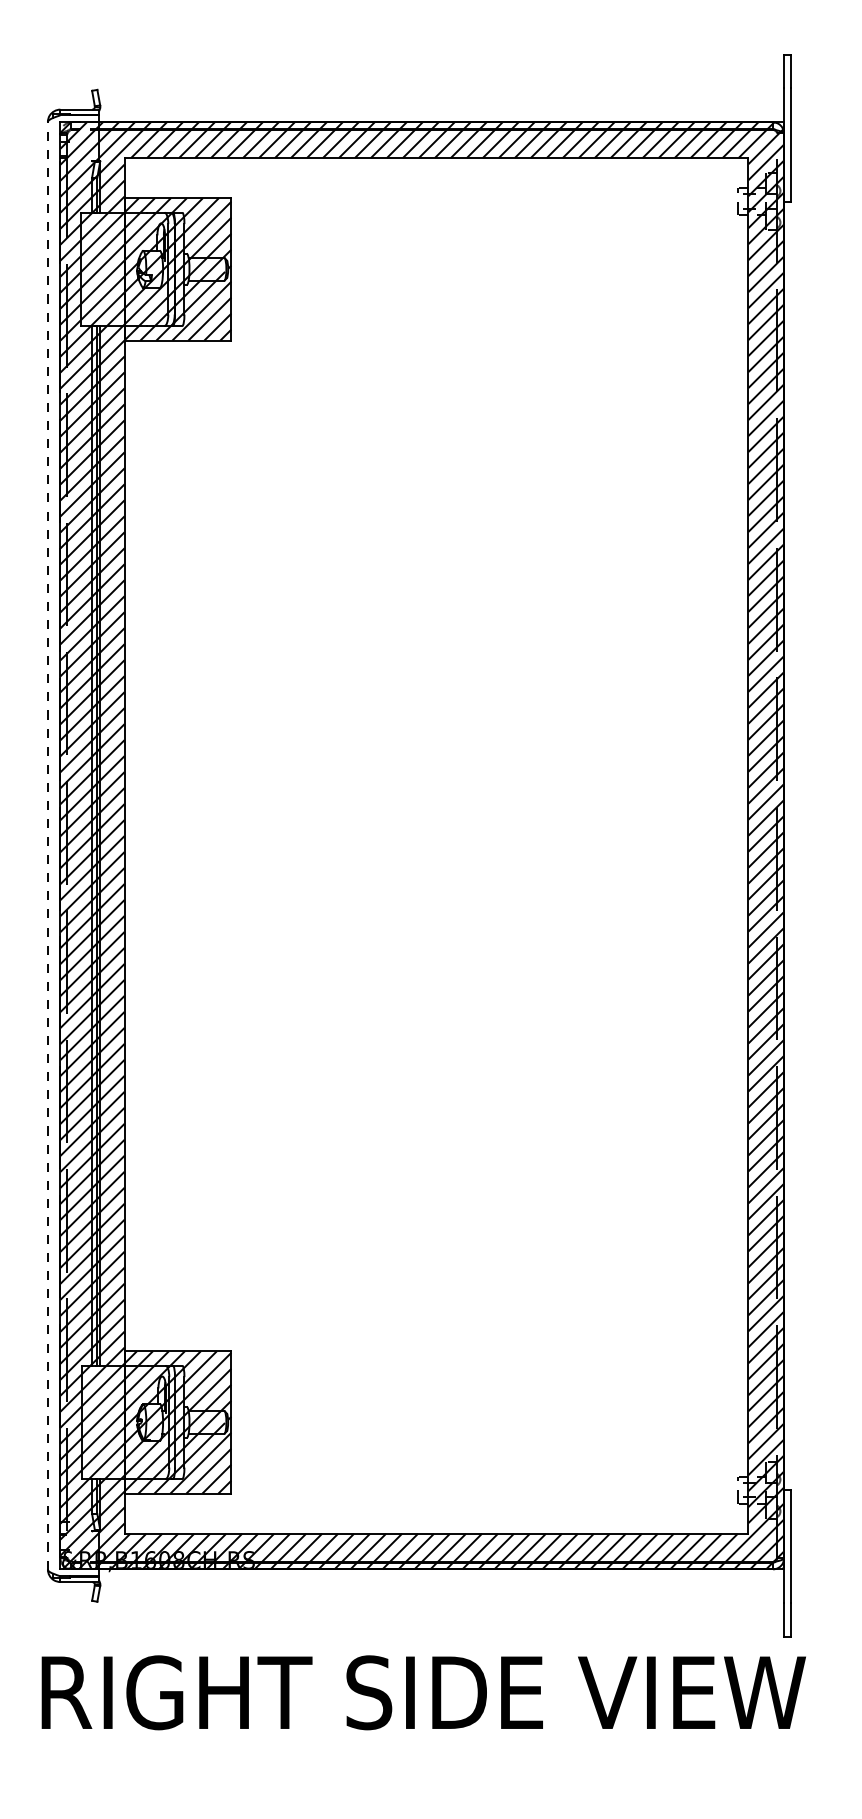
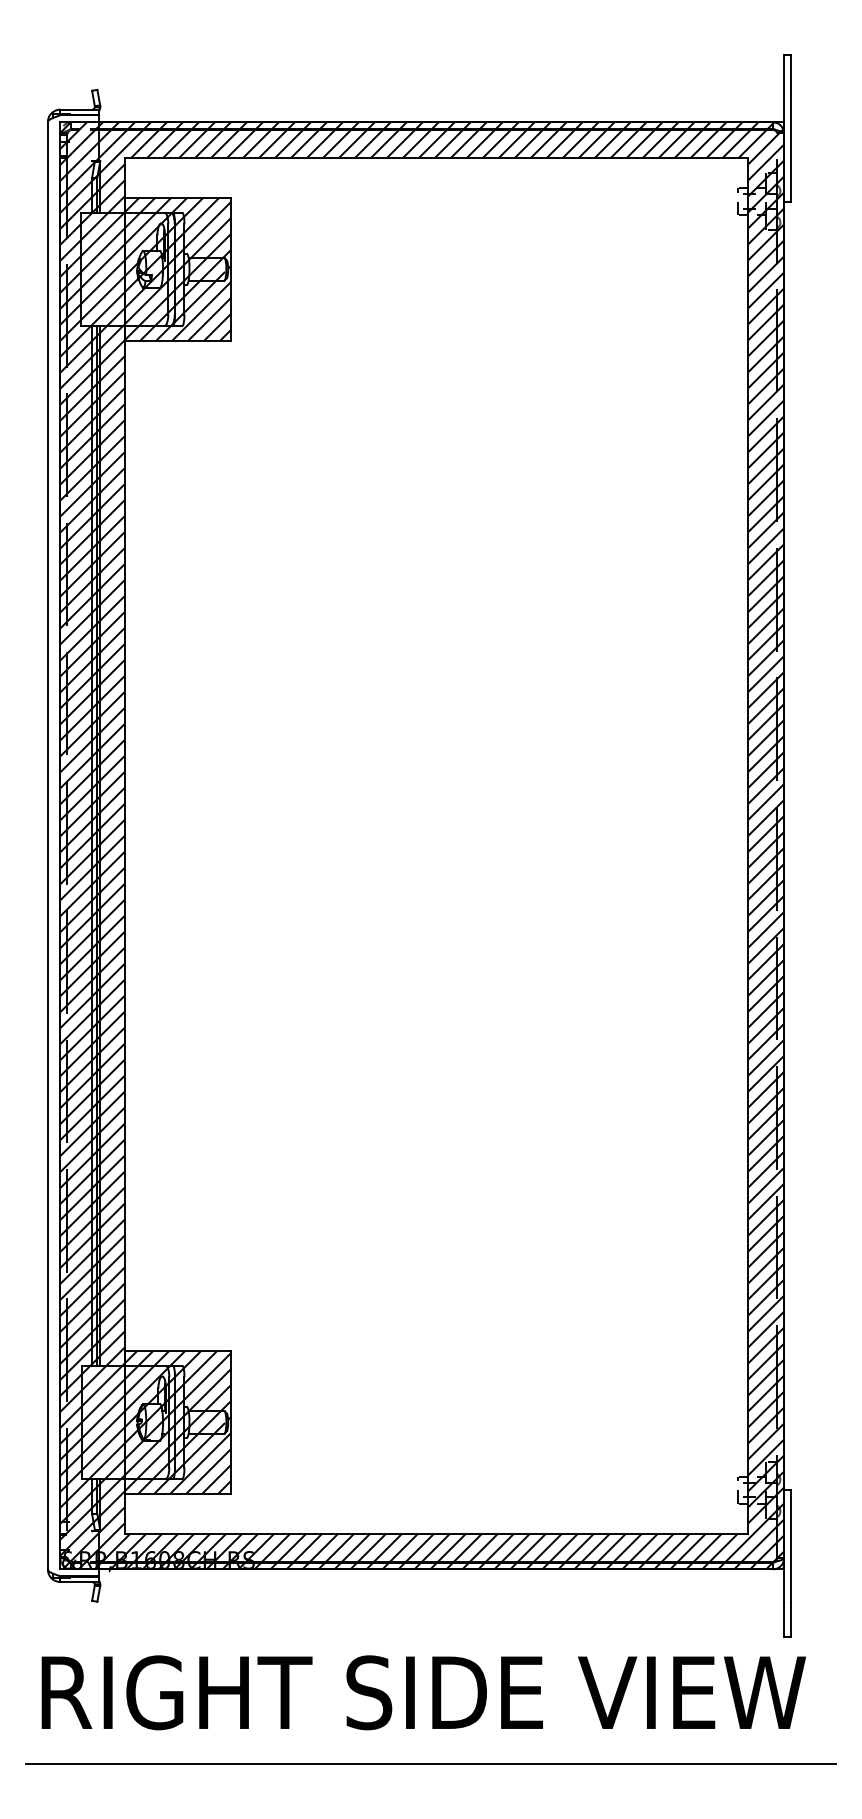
line at (47, 845): dashed -> solid
line at (430, 1764): none -> present
